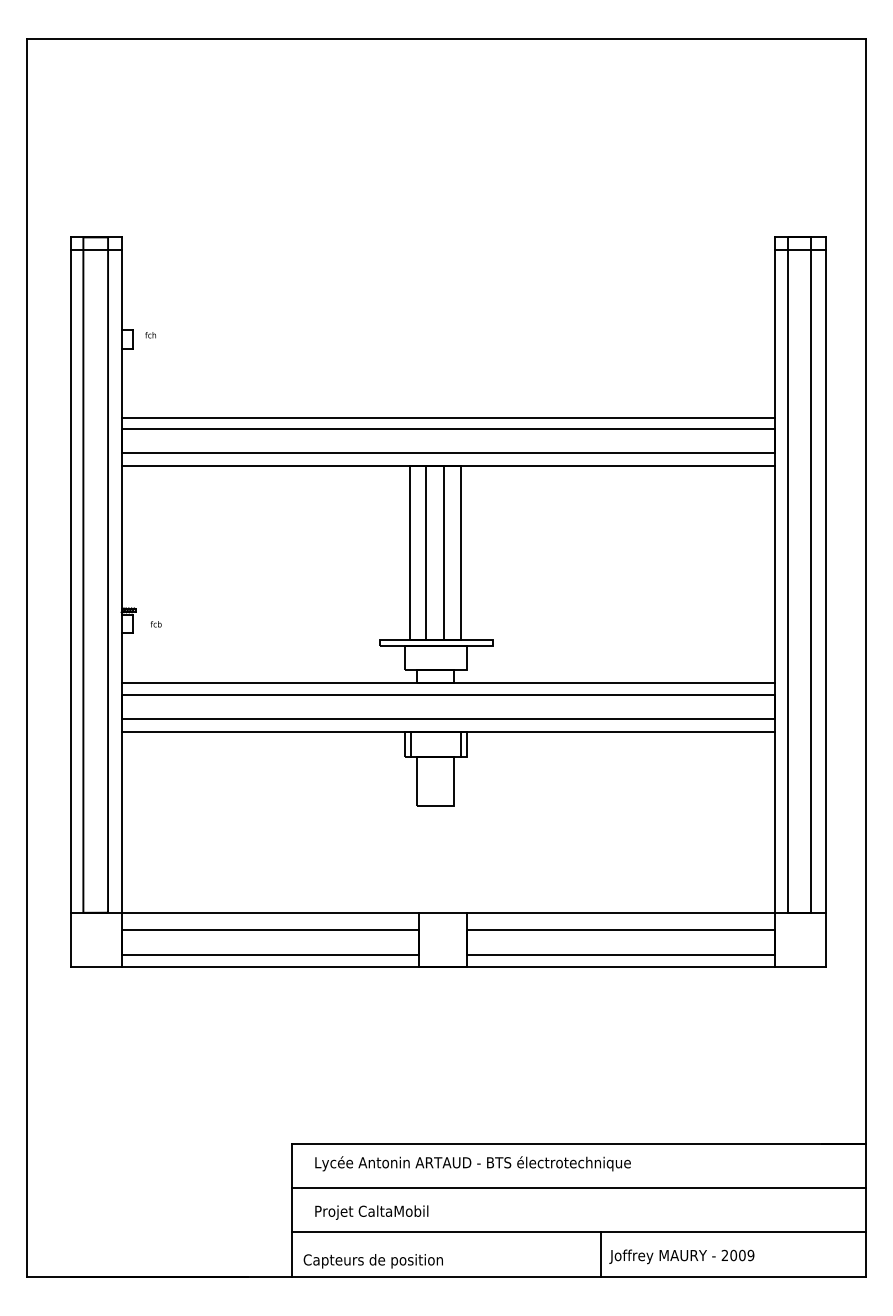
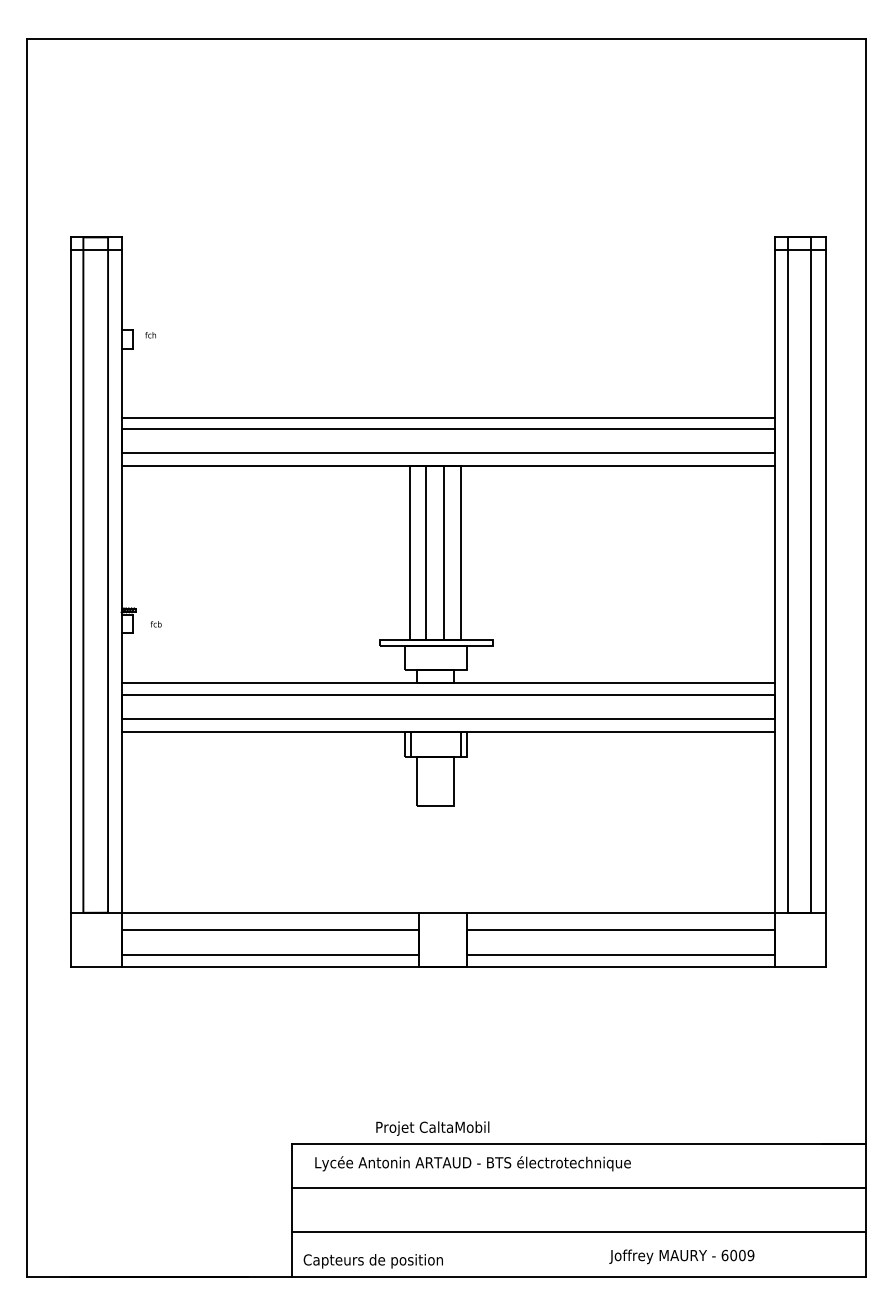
text at (371, 1212) position: (371, 1212) -> (432, 1128)
line at (601, 1254): present -> none
text at (724, 1255): 2009 -> 6009
